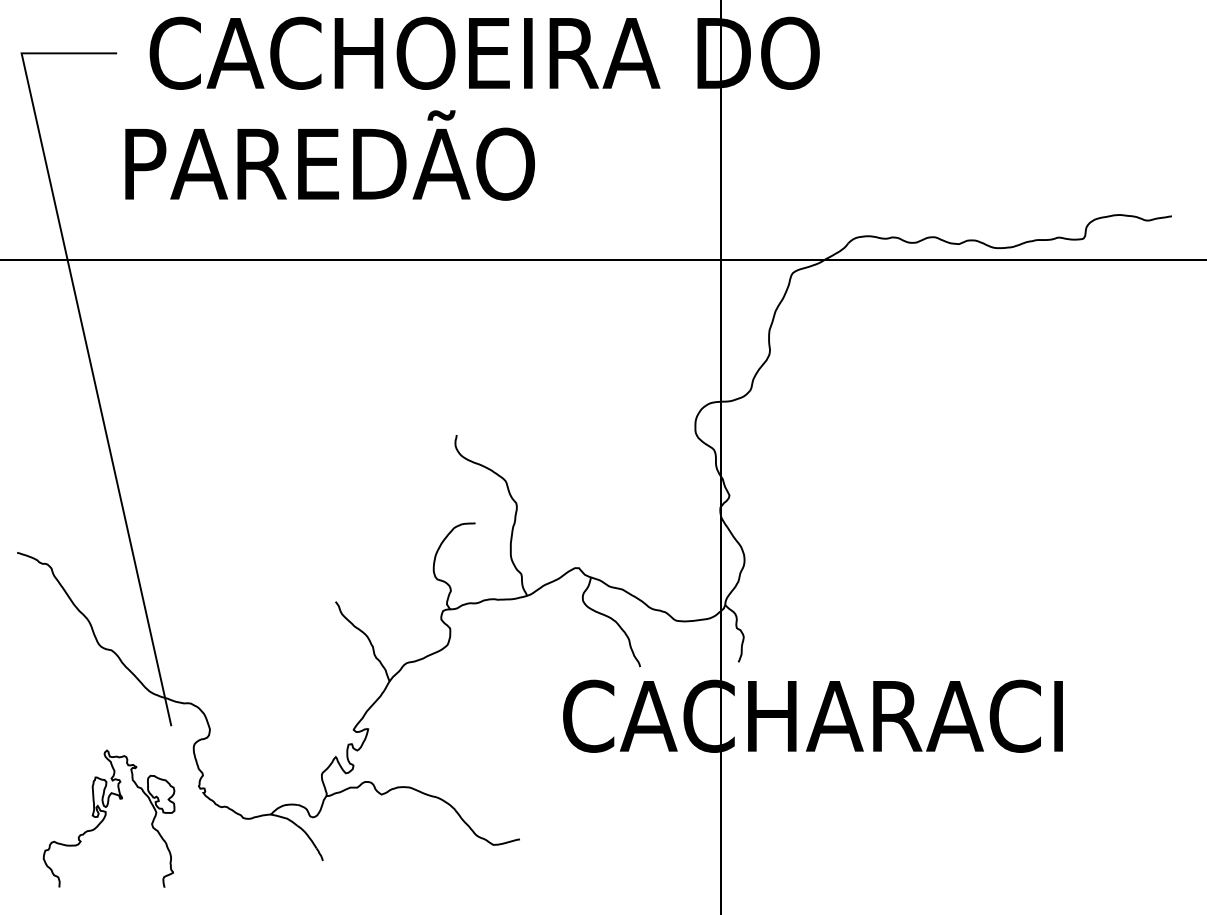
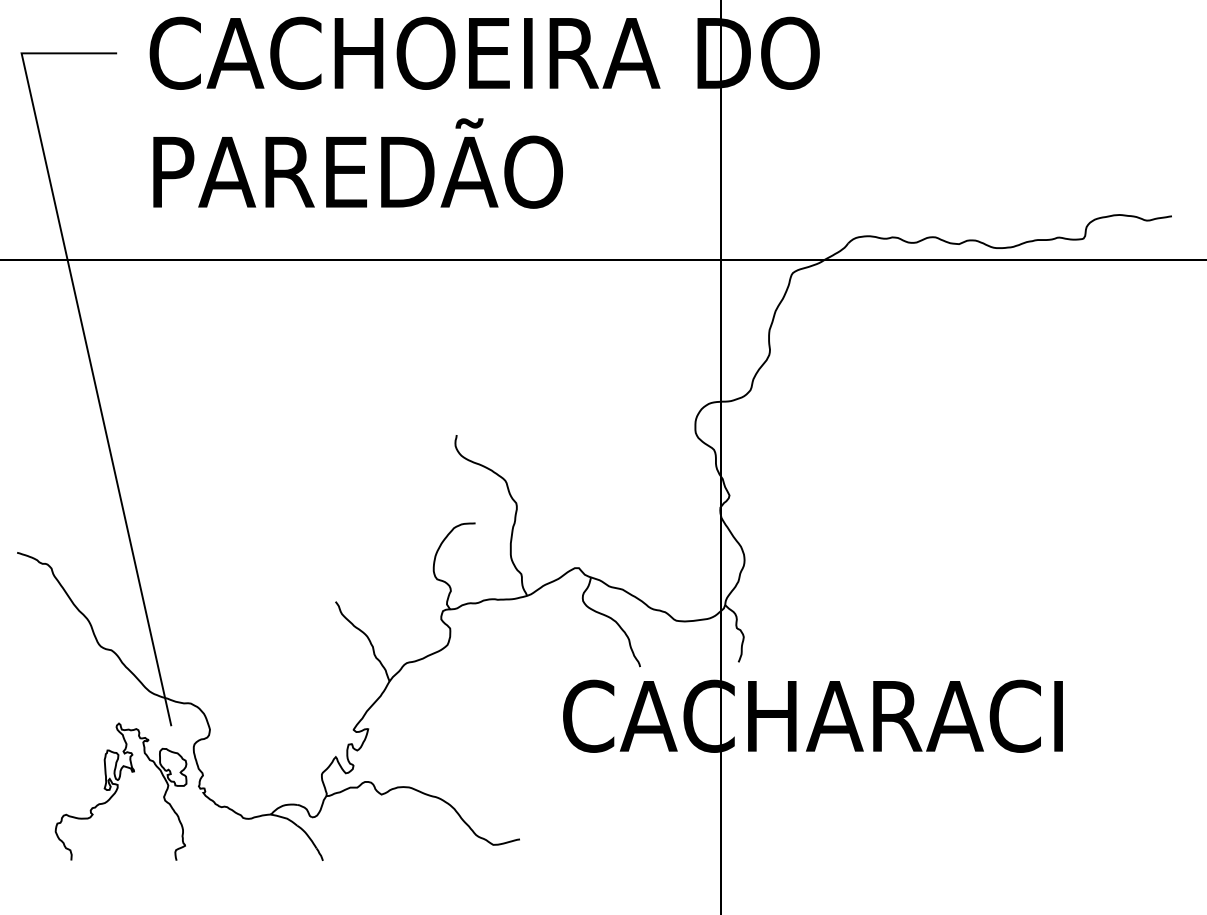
text at (329, 155) position: (329, 155) -> (357, 163)
part at (108, 818) position: (108, 818) -> (120, 791)
